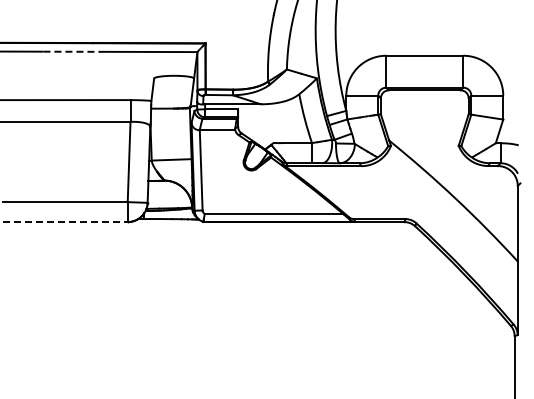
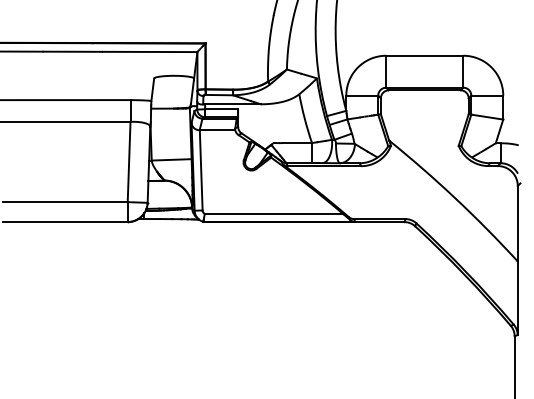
line at (73, 51): dashed -> solid
line at (65, 222): dashed -> solid
